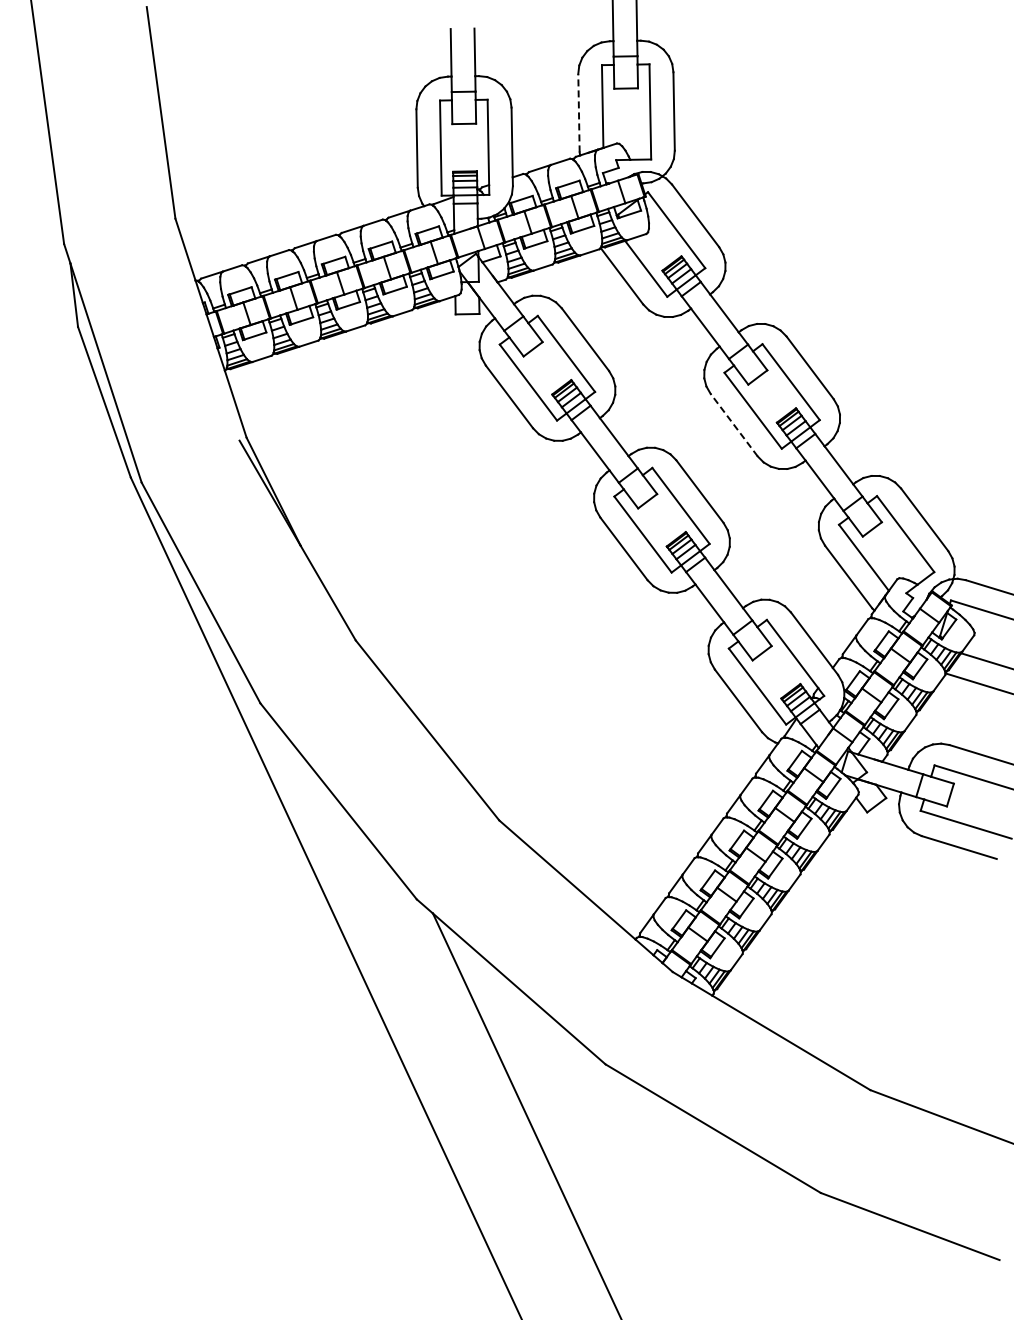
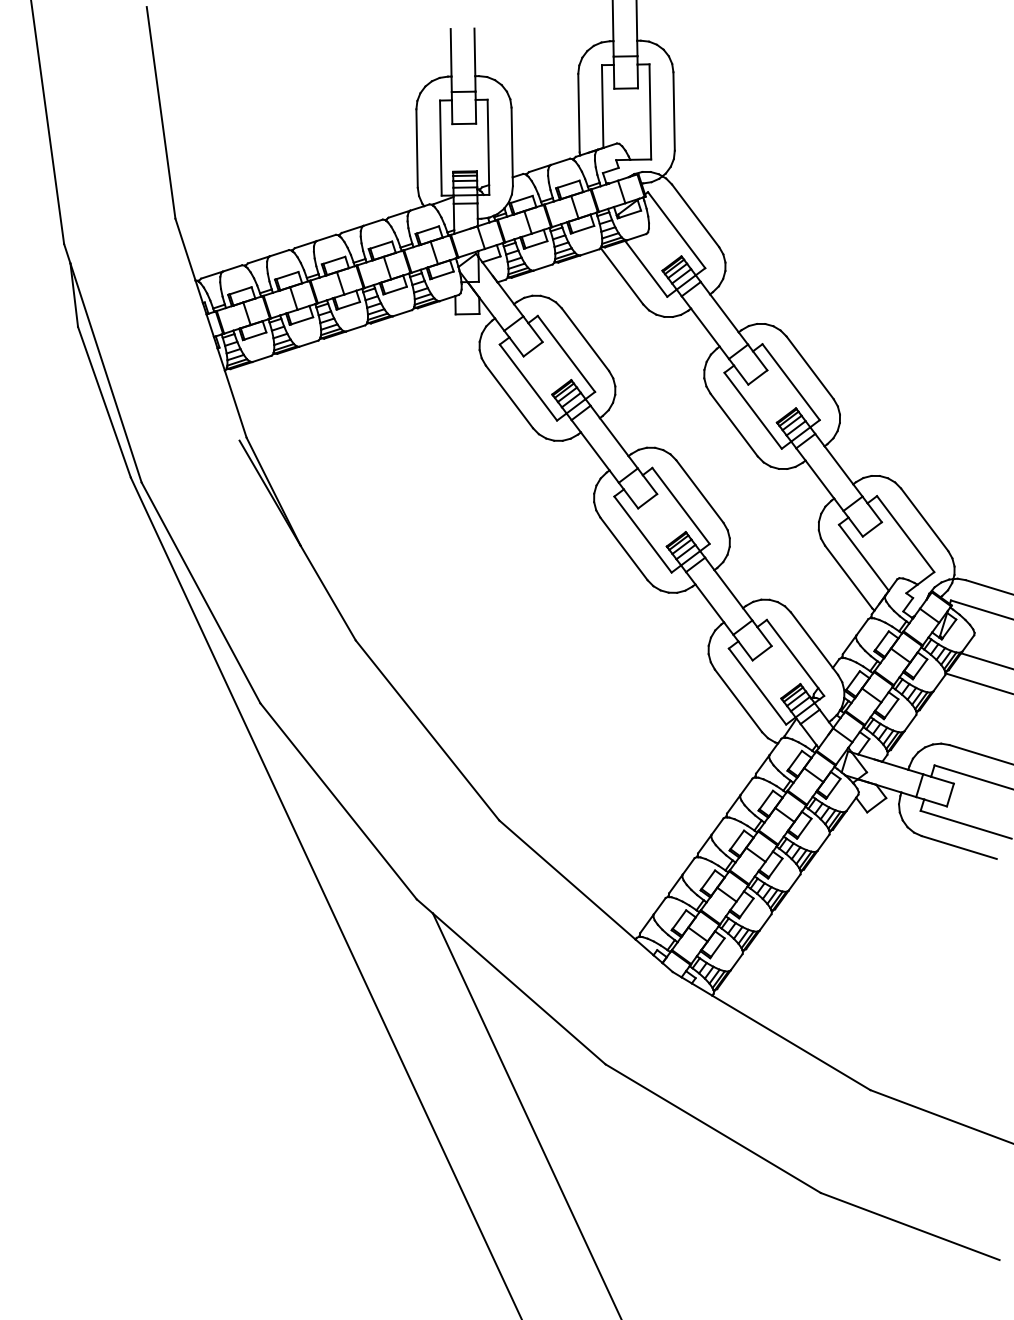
line at (578, 112): dashed -> solid
line at (733, 424): dashed -> solid
